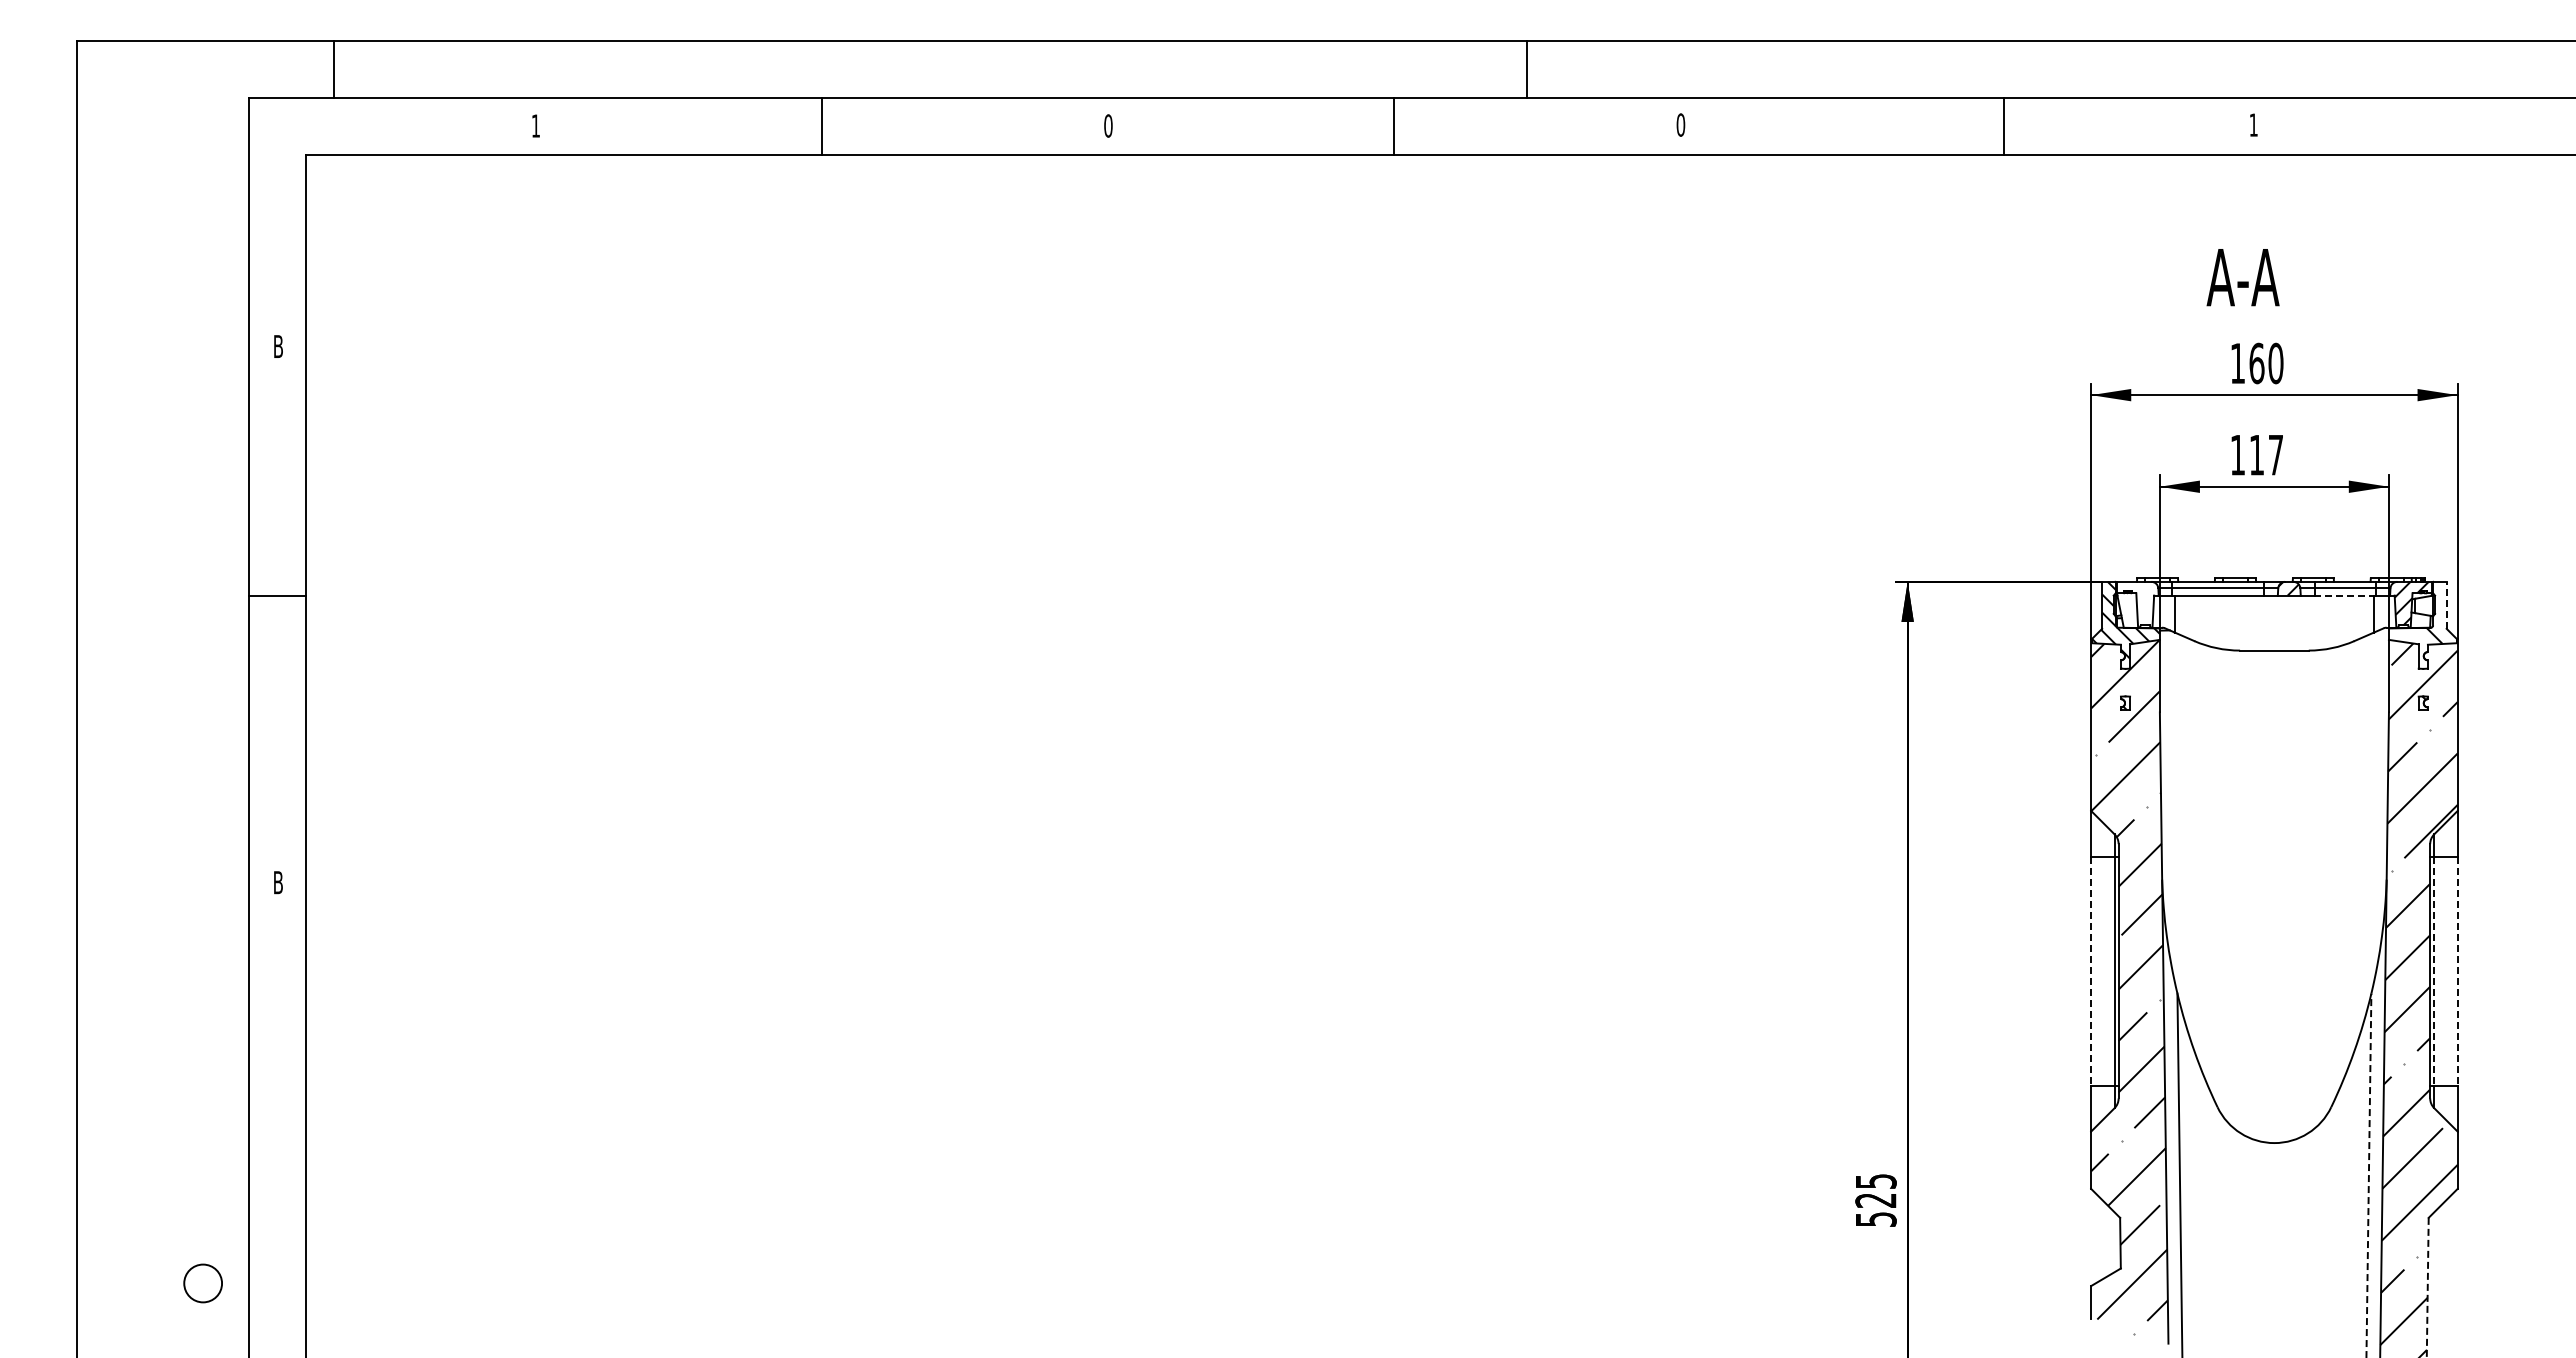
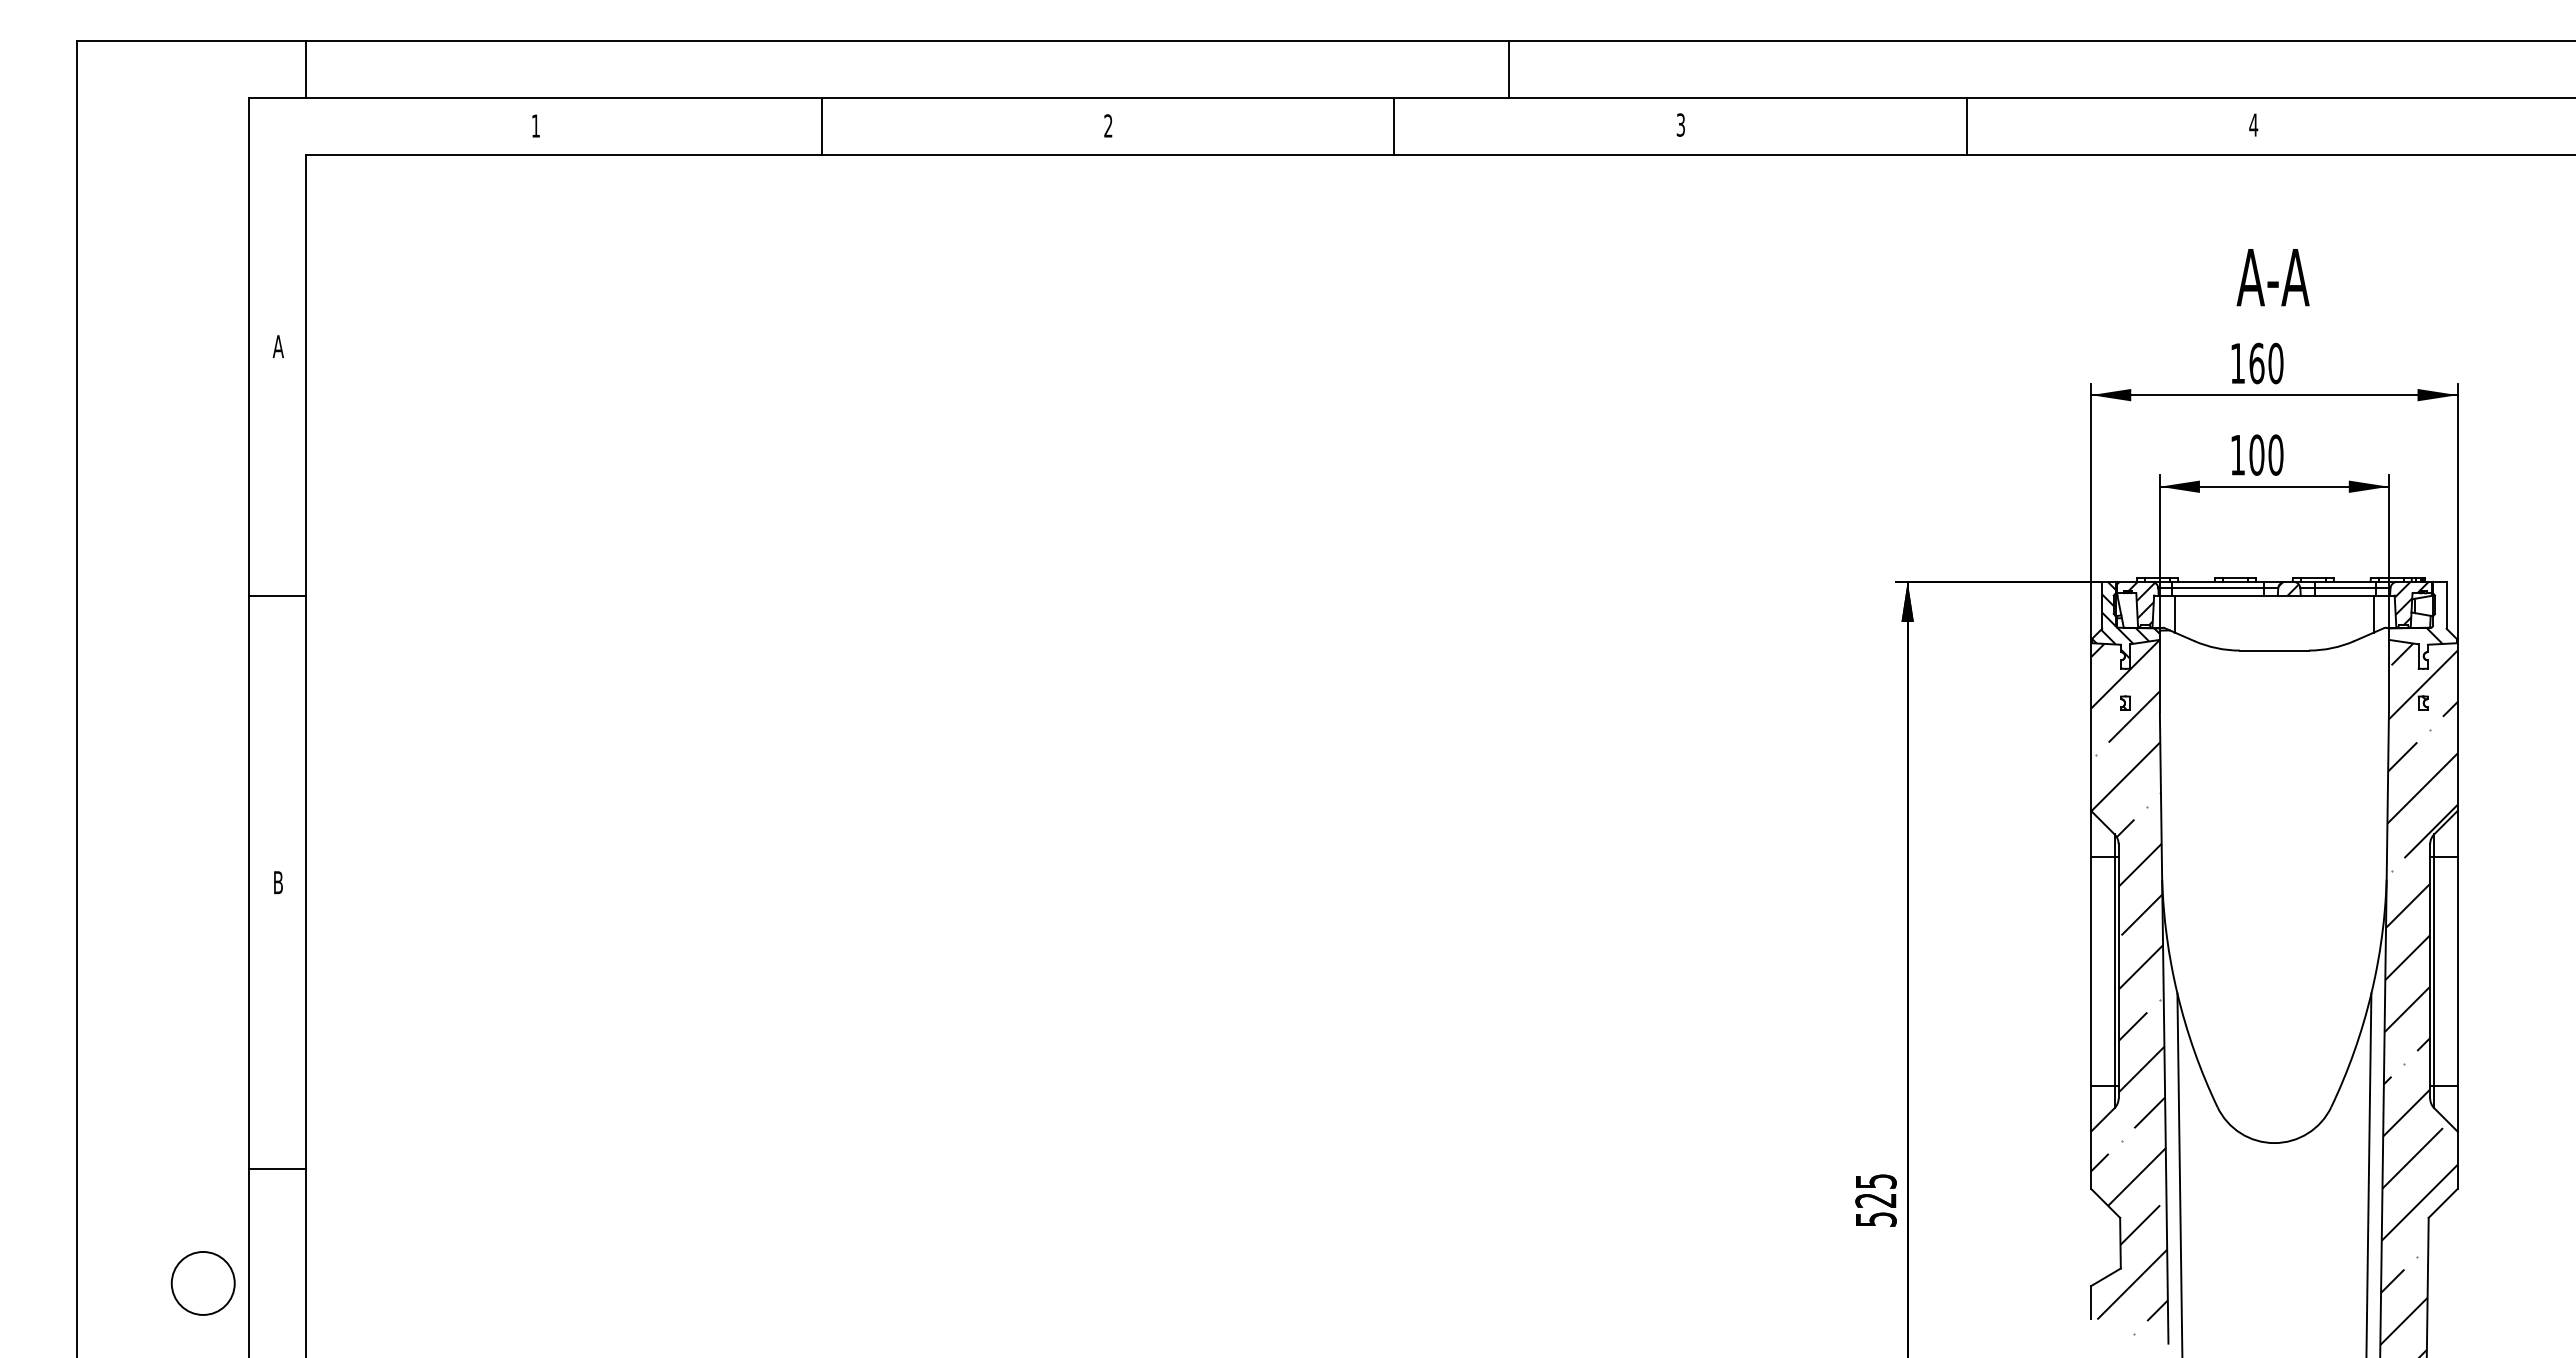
line at (334, 69) position: (334, 69) -> (306, 69)
line at (1526, 69) position: (1526, 69) -> (1508, 69)
text at (1680, 124): 0 -> 3
text at (2253, 124): 1 -> 4
text at (1108, 125): 0 -> 2
line at (2004, 126) position: (2004, 126) -> (1967, 126)
text at (2242, 277) position: (2242, 277) -> (2272, 277)
text at (277, 346): B -> A
text at (2266, 454): 117 -> 100
line at (2345, 595): dashed -> solid
hatch at (2135, 603): none -> present
line at (2446, 604): dashed -> solid
line at (2091, 971): dashed -> solid
line at (2434, 971): dashed -> solid
line at (2457, 971): dashed -> solid
line at (277, 1168): none -> present
line at (2368, 1175): dashed -> solid
circle at (202, 1283) size: 40x41 px -> 66x65 px
line at (2427, 1287): dashed -> solid
